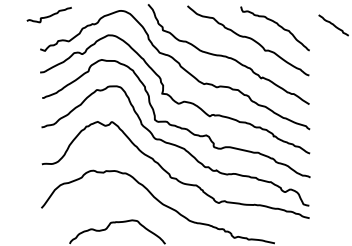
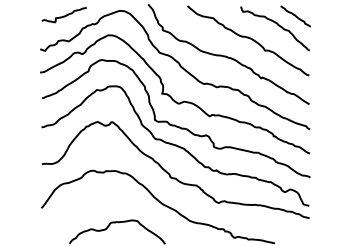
curve at (48, 15) position: (48, 15) -> (63, 15)
line at (333, 25) position: (333, 25) -> (295, 16)
